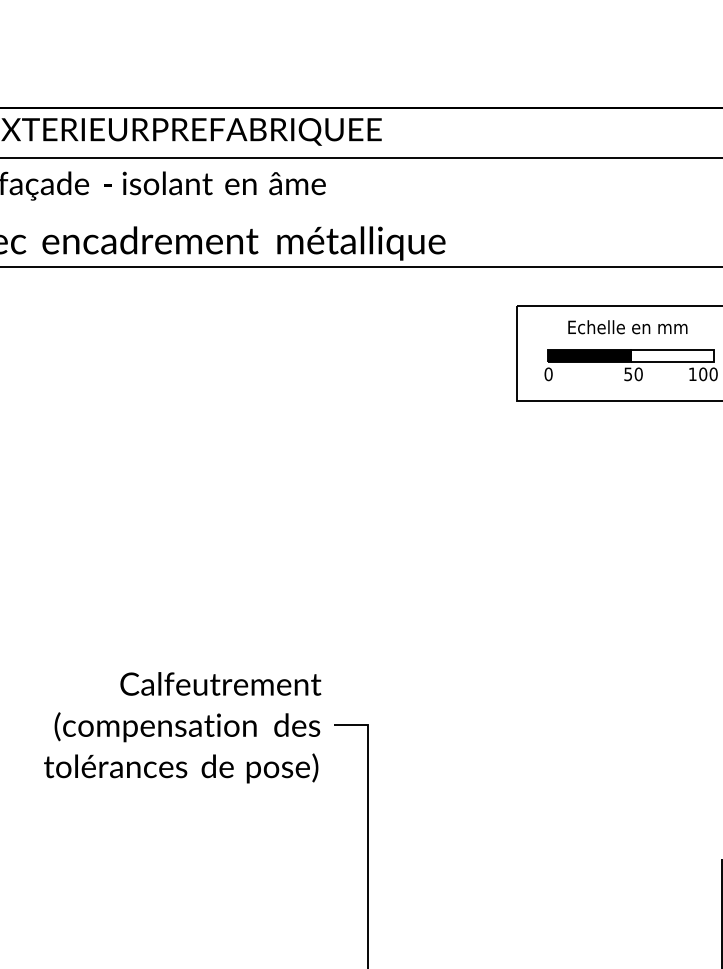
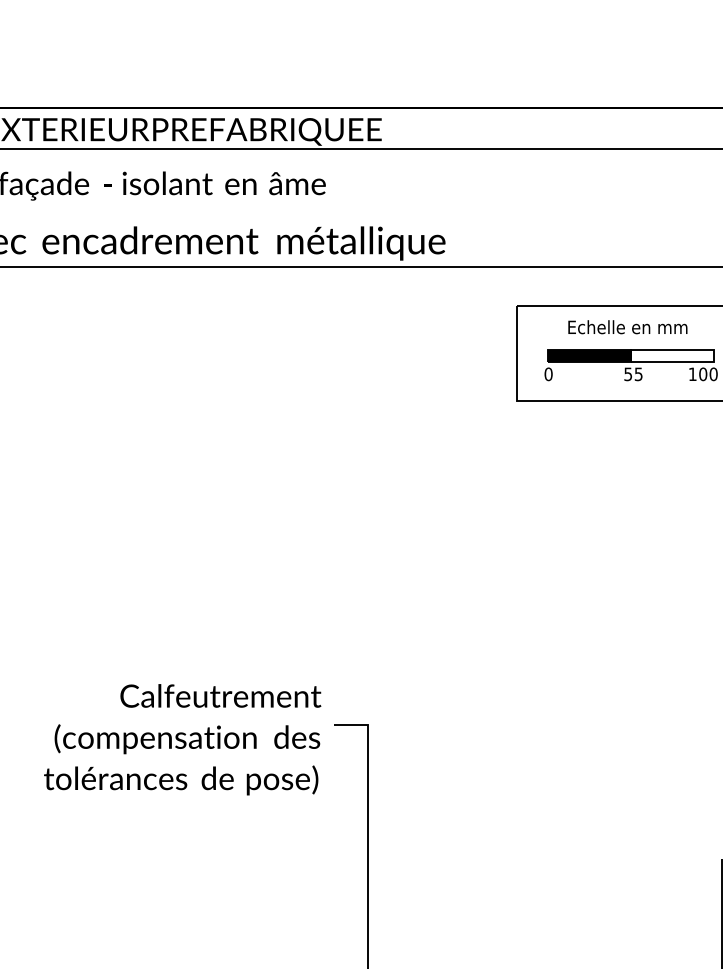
line at (360, 158) position: (360, 158) -> (360, 149)
text at (638, 374): 50 -> 55
text at (182, 727) position: (182, 727) -> (182, 739)
